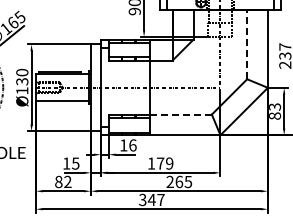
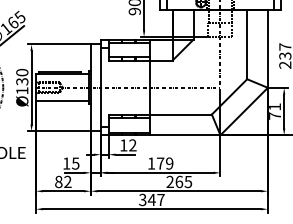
line at (247, 44): dashed -> solid
text at (275, 111): 83 -> 71
line at (181, 114): dashed -> solid
text at (132, 145): 16 -> 12
